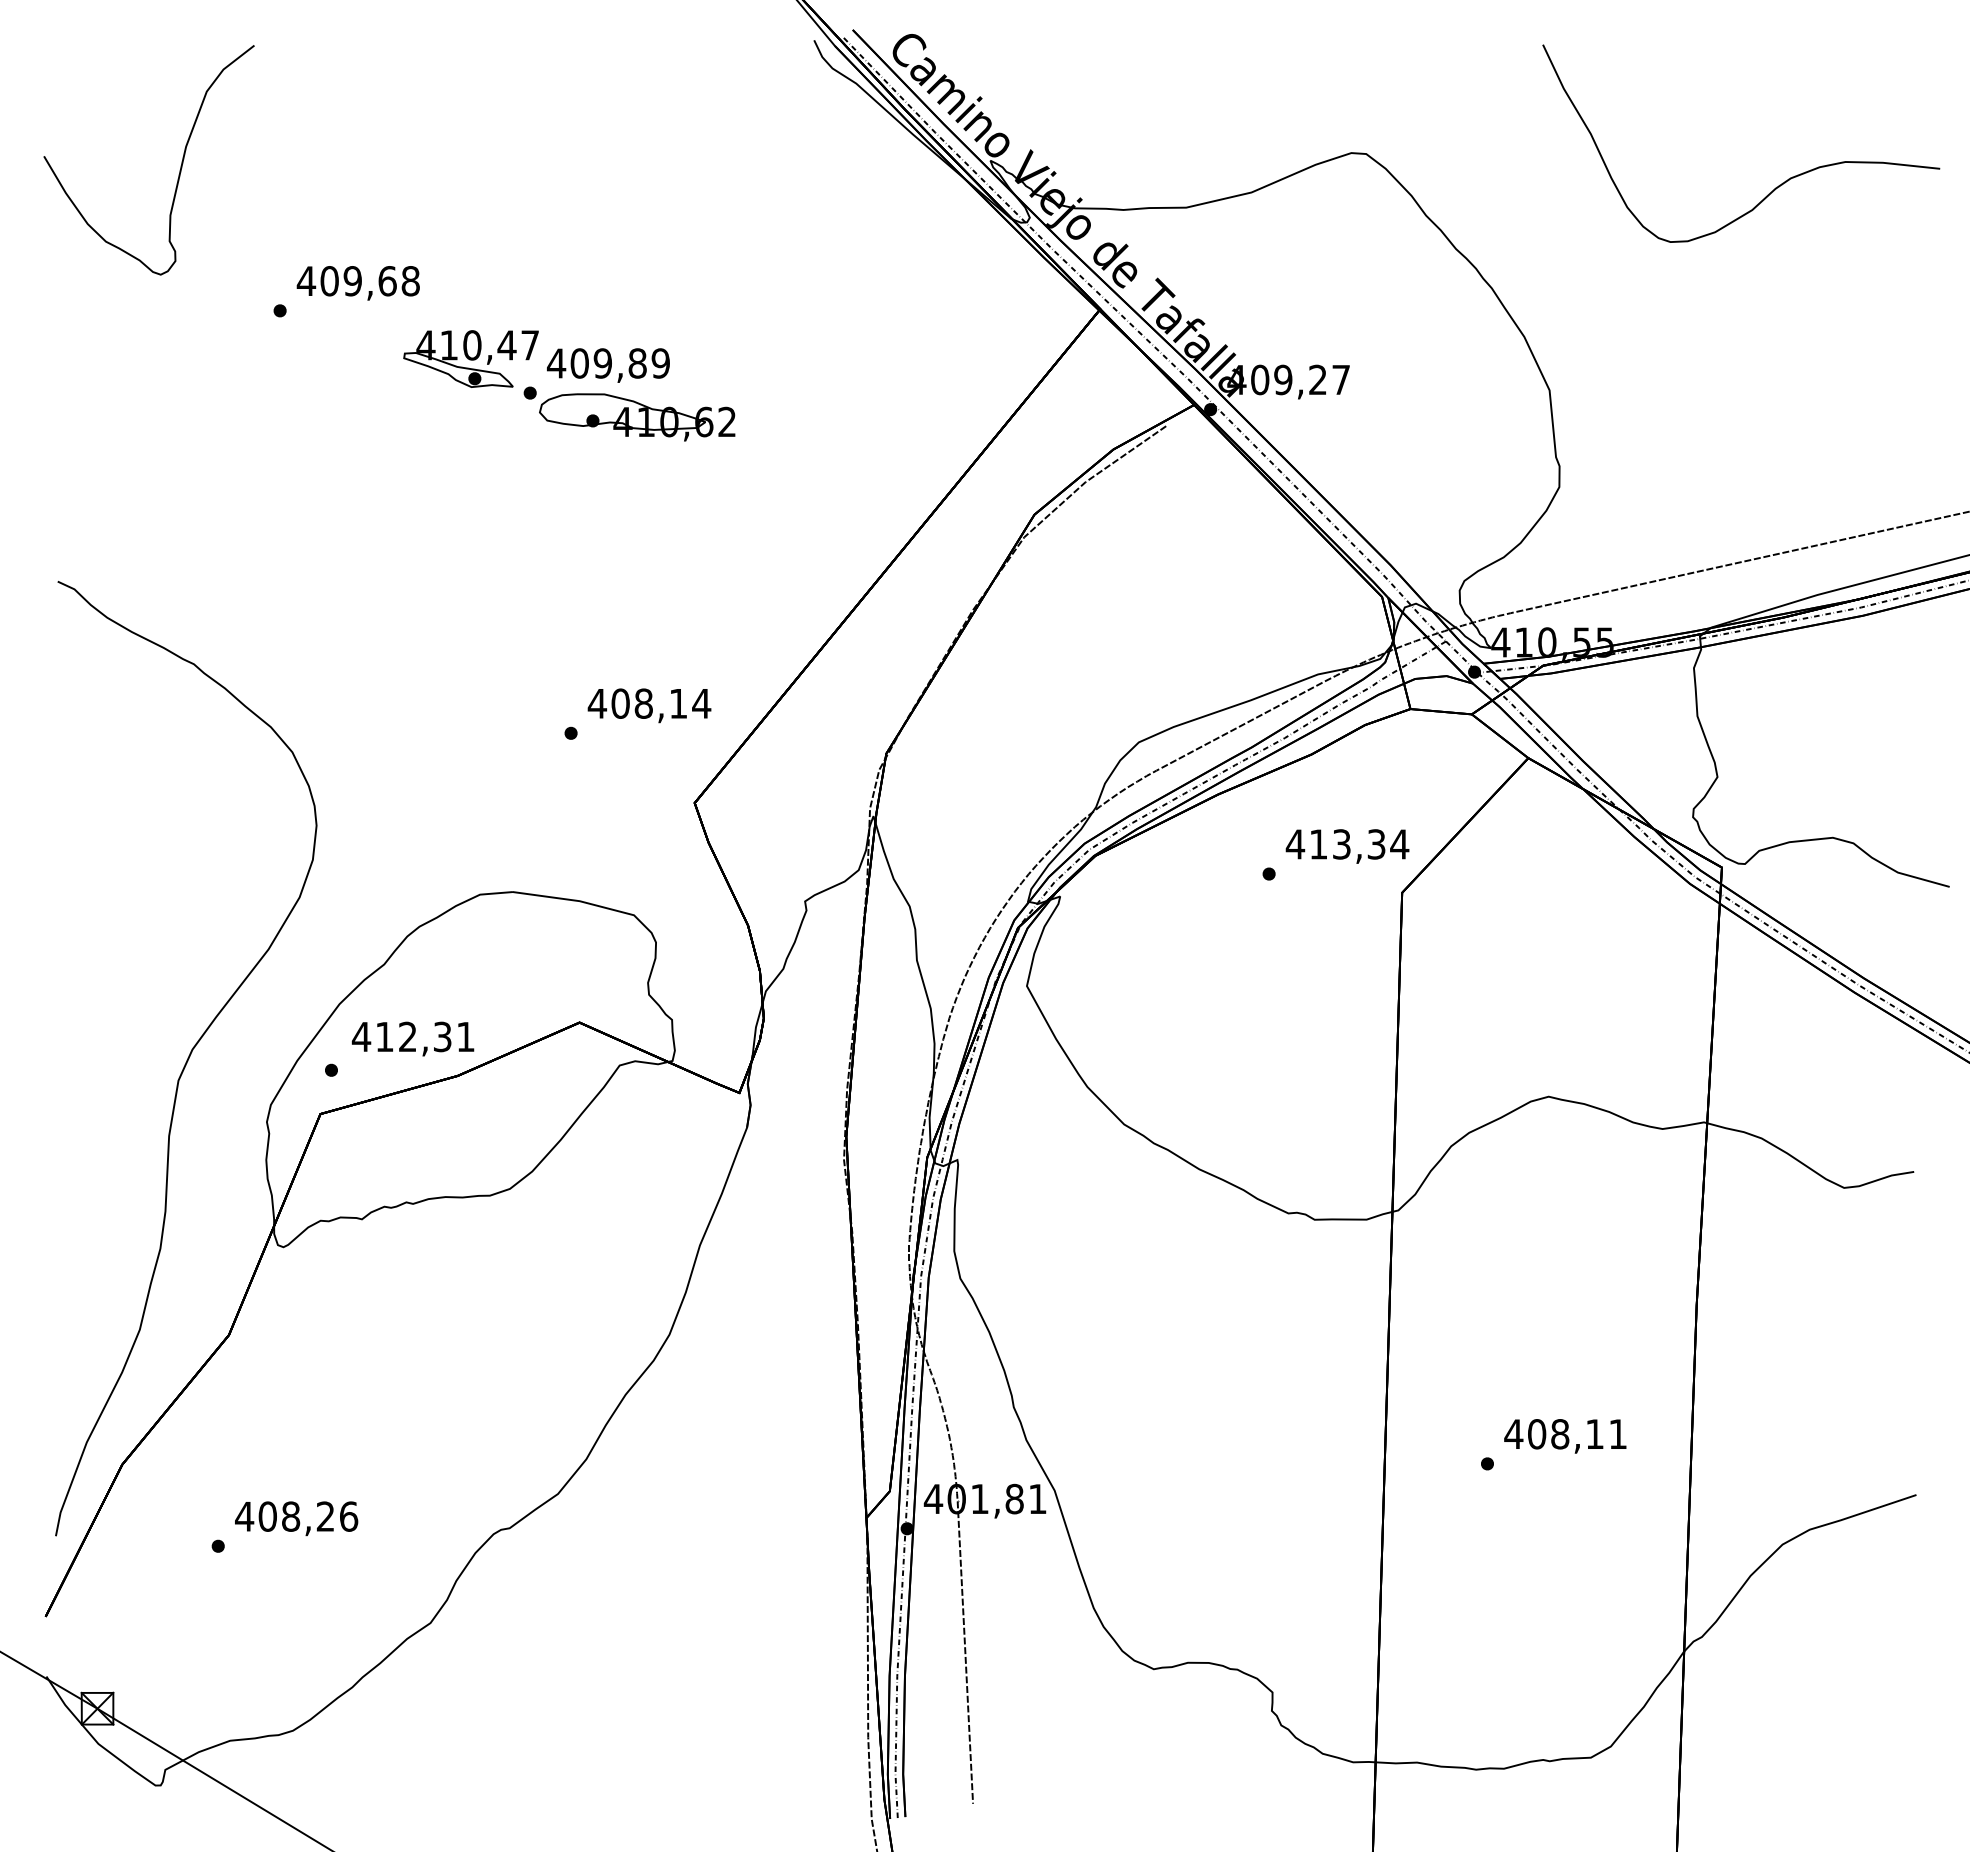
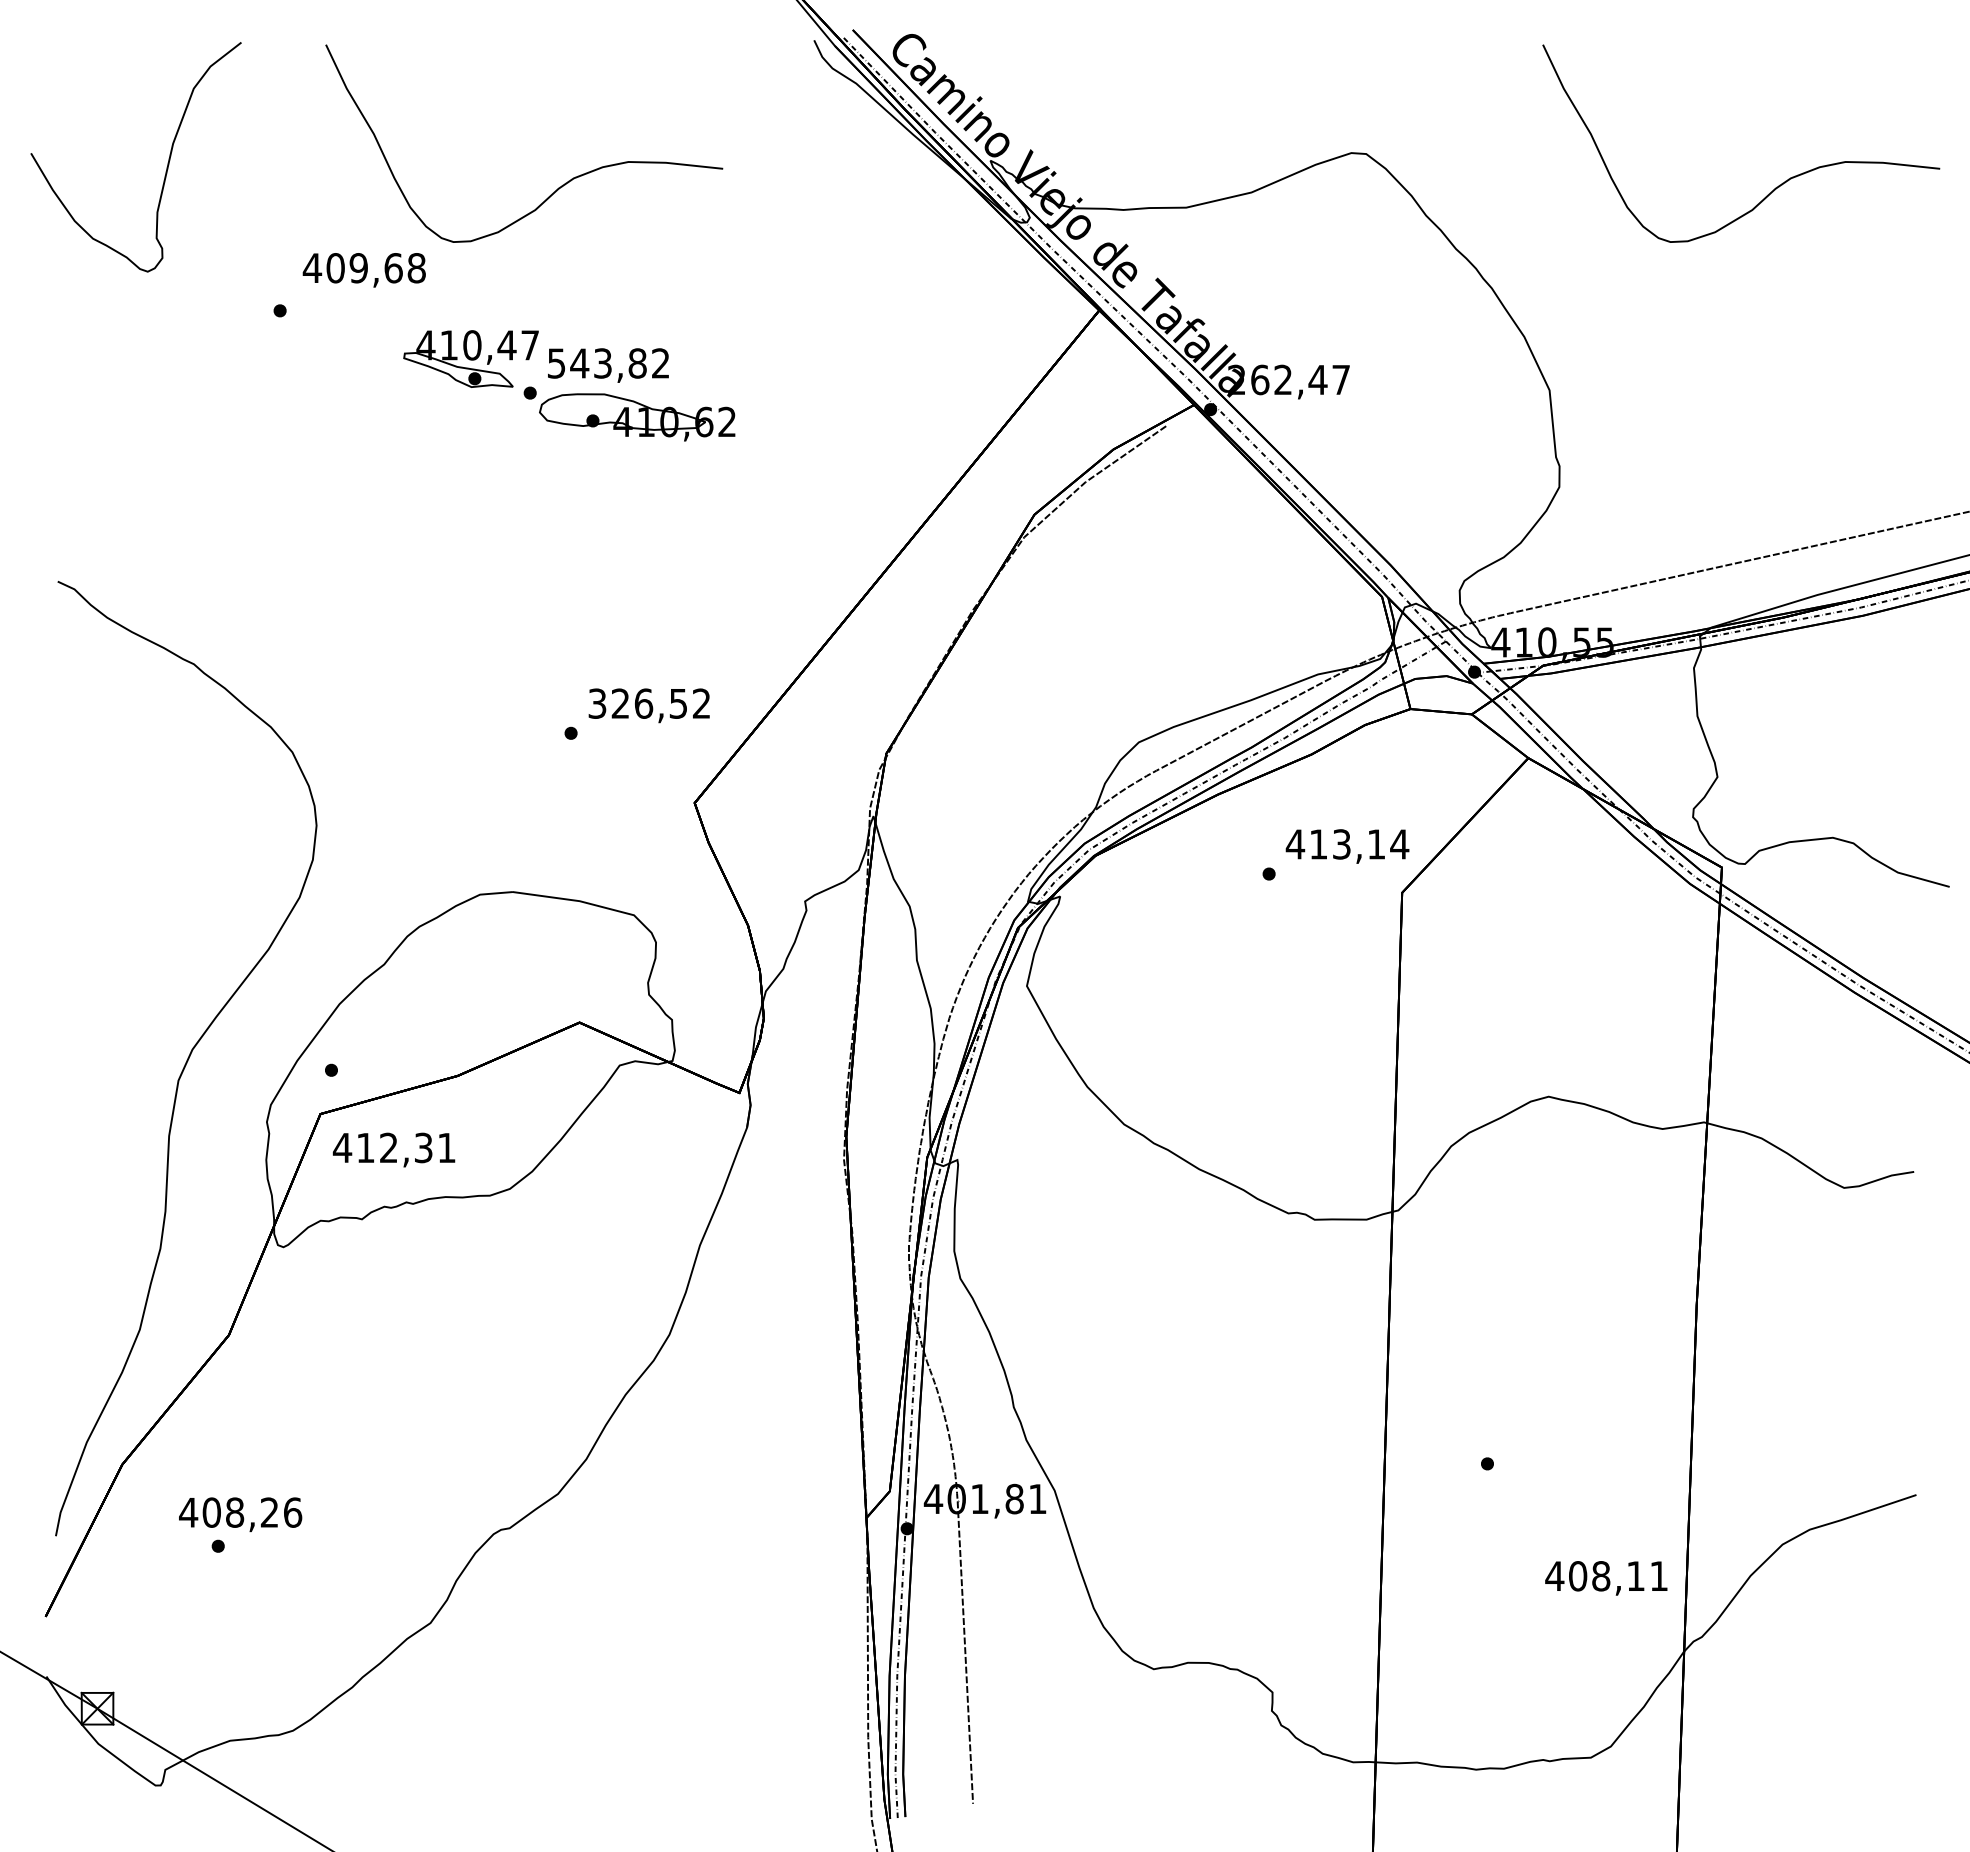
curve at (180, 165) position: (180, 165) -> (167, 162)
curve at (558, 187): none -> present
text at (357, 283) position: (357, 283) -> (363, 270)
text at (607, 363): 409,89 -> 543,82
text at (1277, 379): 409,27 -> 262,47
text at (649, 703): 408,14 -> 326,52
text at (1376, 844): 413,34 -> 413,14
text at (412, 1038) position: (412, 1038) -> (393, 1149)
text at (1565, 1436) position: (1565, 1436) -> (1606, 1578)
text at (296, 1518) position: (296, 1518) -> (240, 1514)
